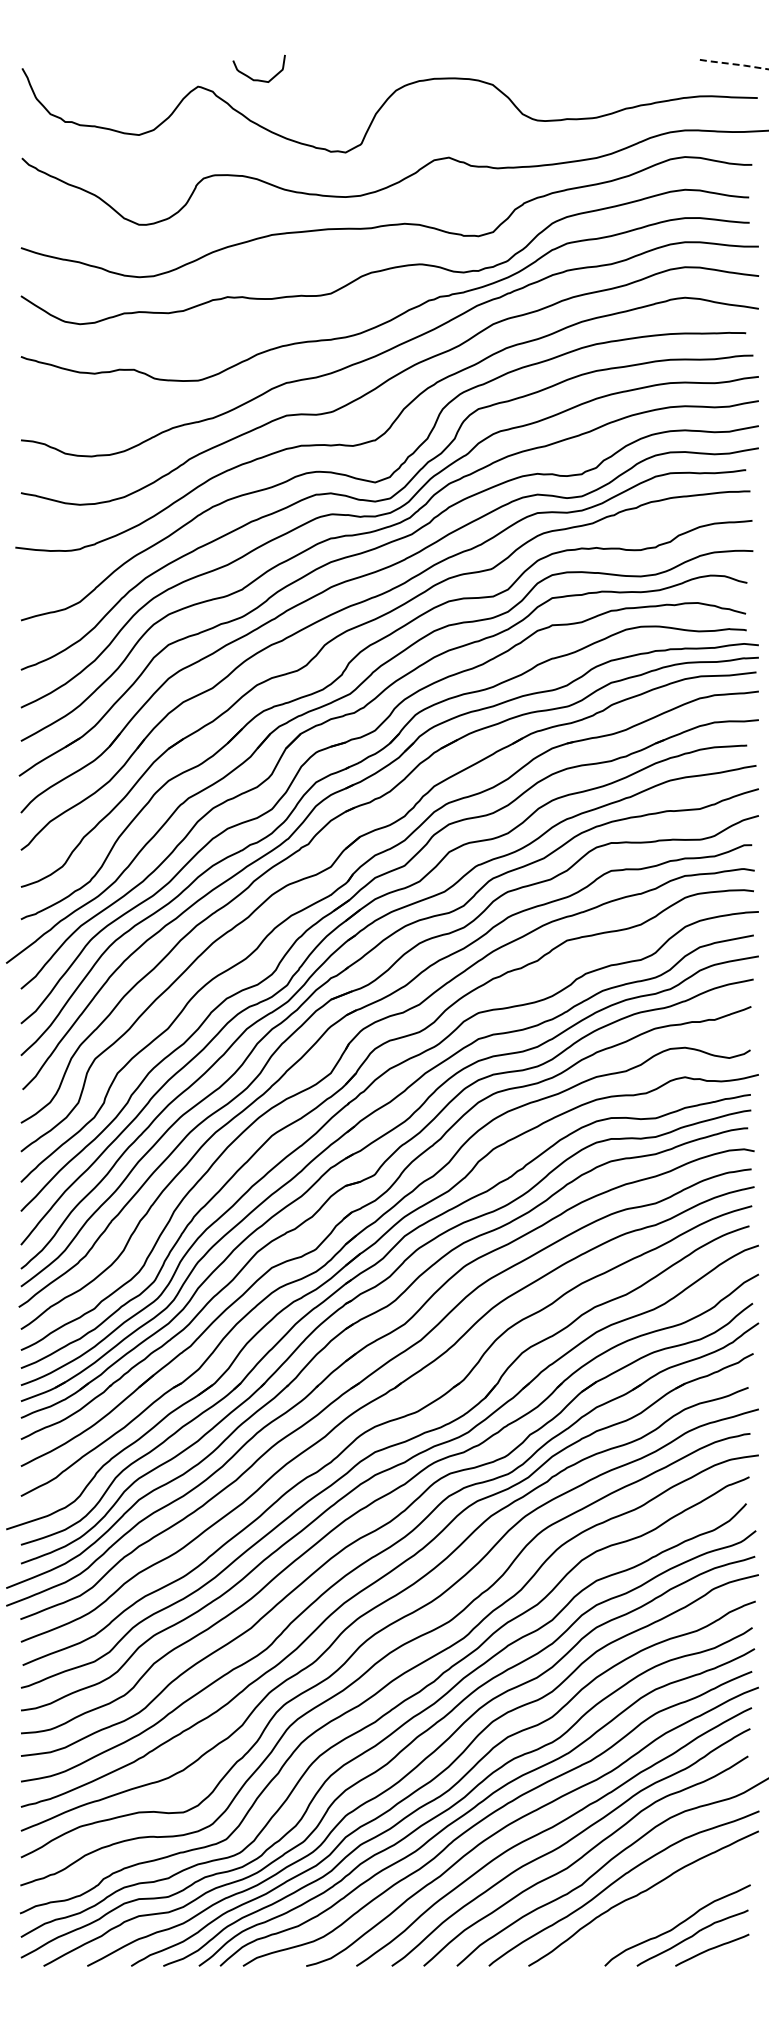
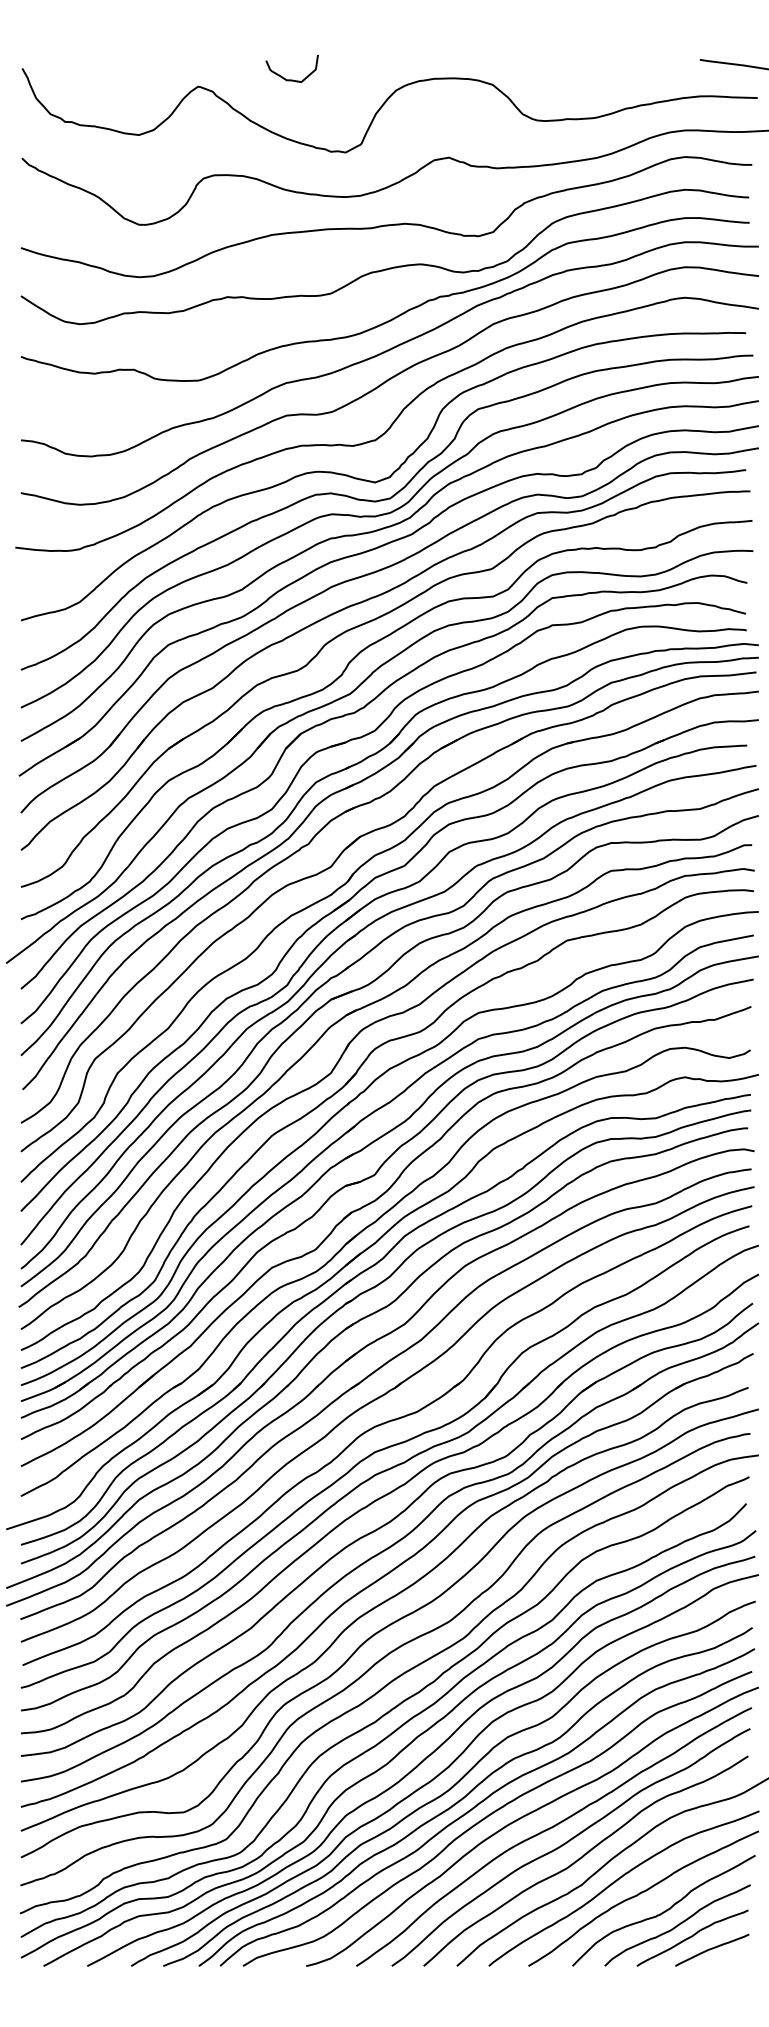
line at (734, 64): dashed -> solid
curve at (258, 79) position: (258, 79) -> (291, 79)
curve at (664, 1910): none -> present
